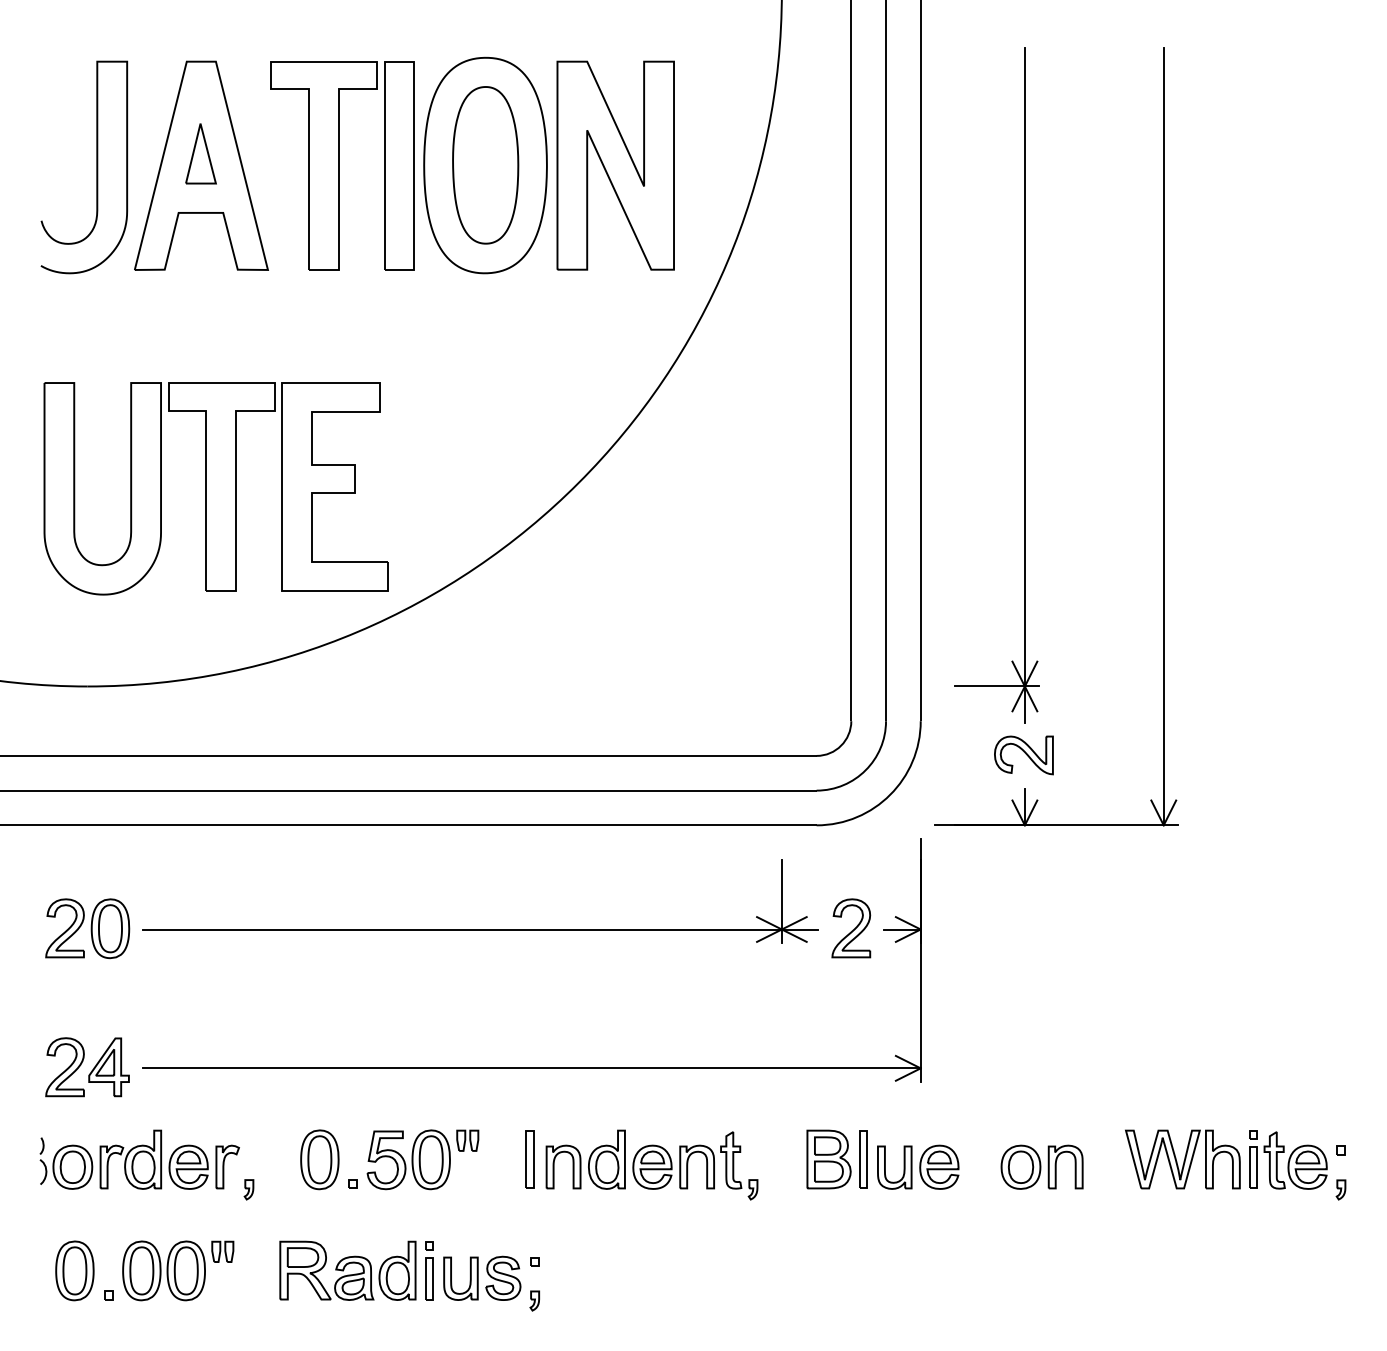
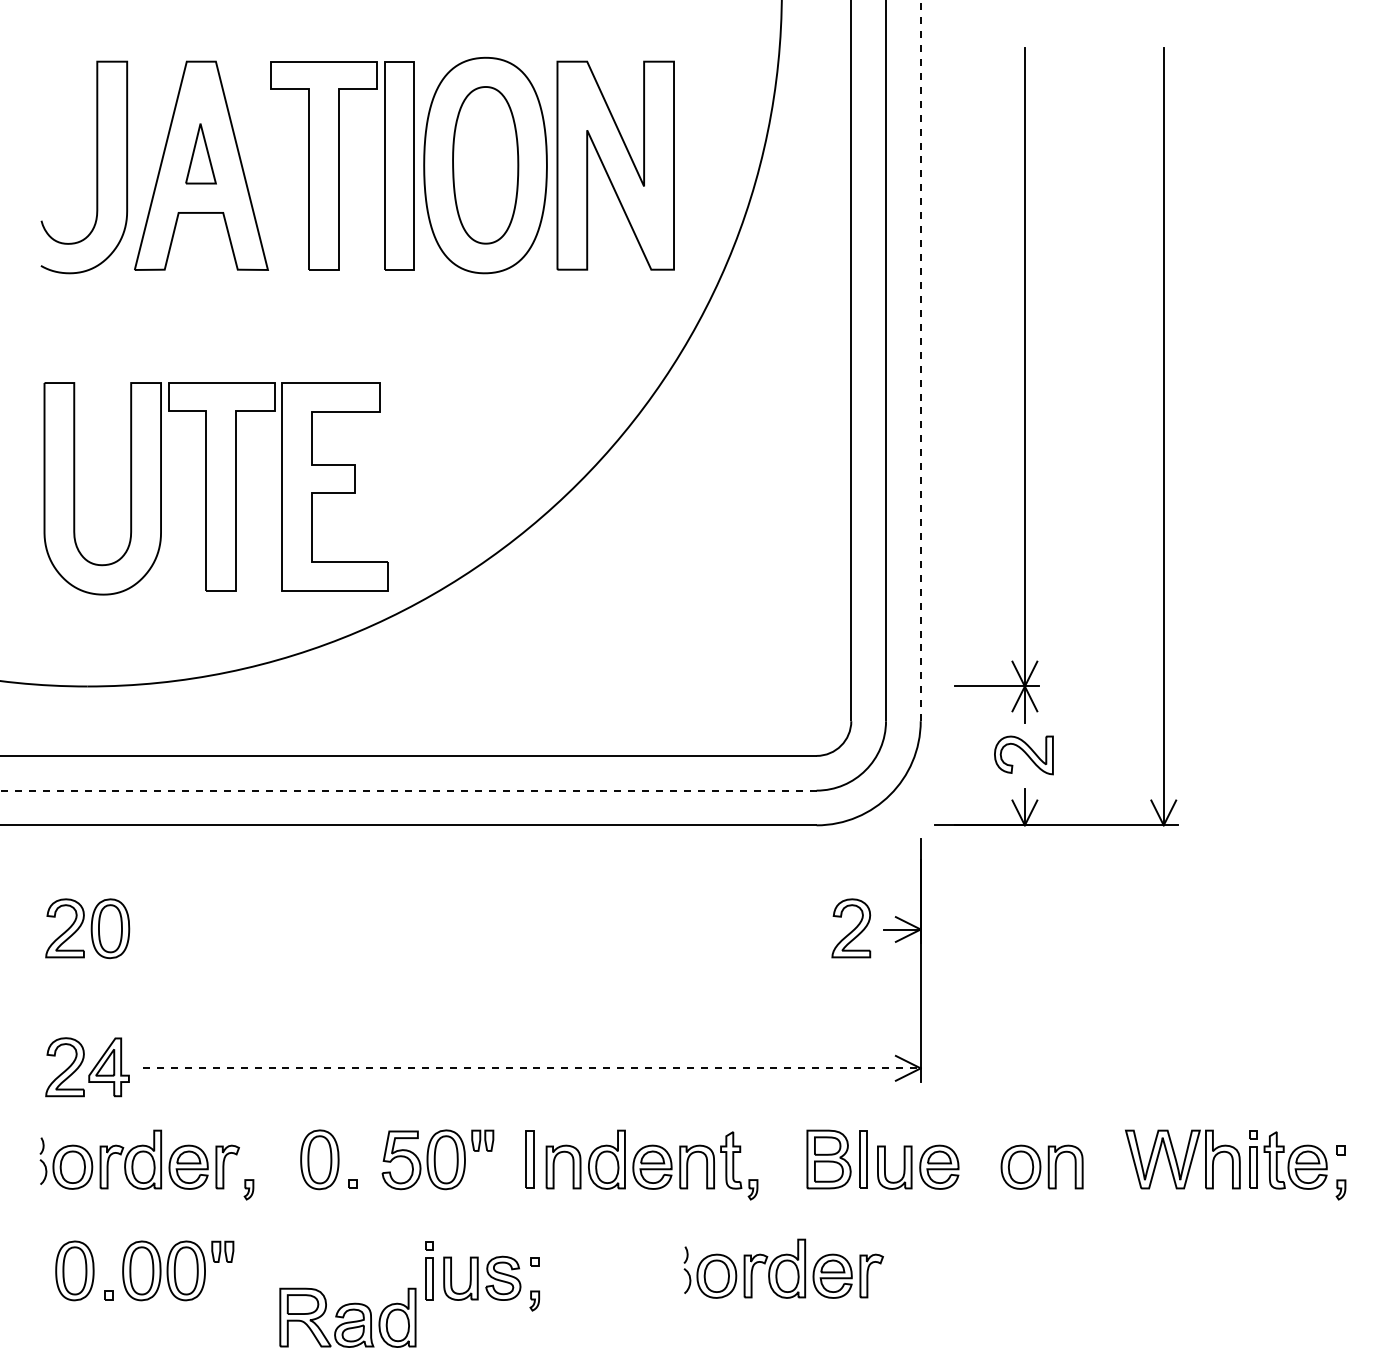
line at (920, 360): solid -> dashed
line at (407, 790): solid -> dashed
part at (480, 929): present -> none
line at (531, 1068): solid -> dashed
part at (422, 1159) position: (422, 1159) -> (437, 1159)
part at (783, 1268): none -> present
part at (347, 1270) position: (347, 1270) -> (347, 1317)
